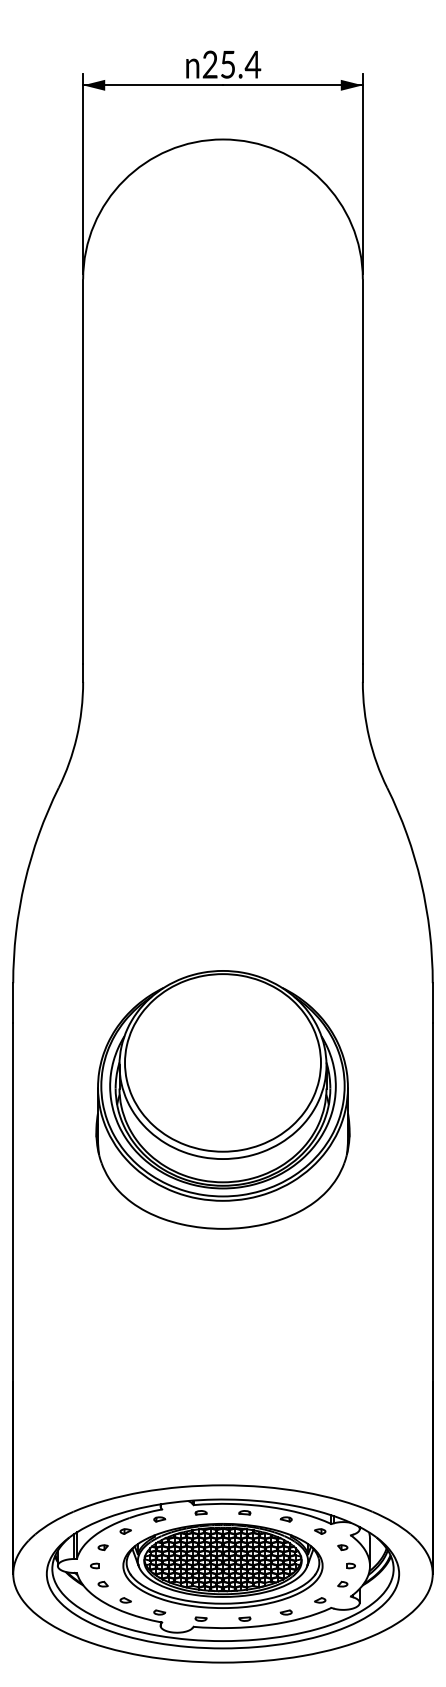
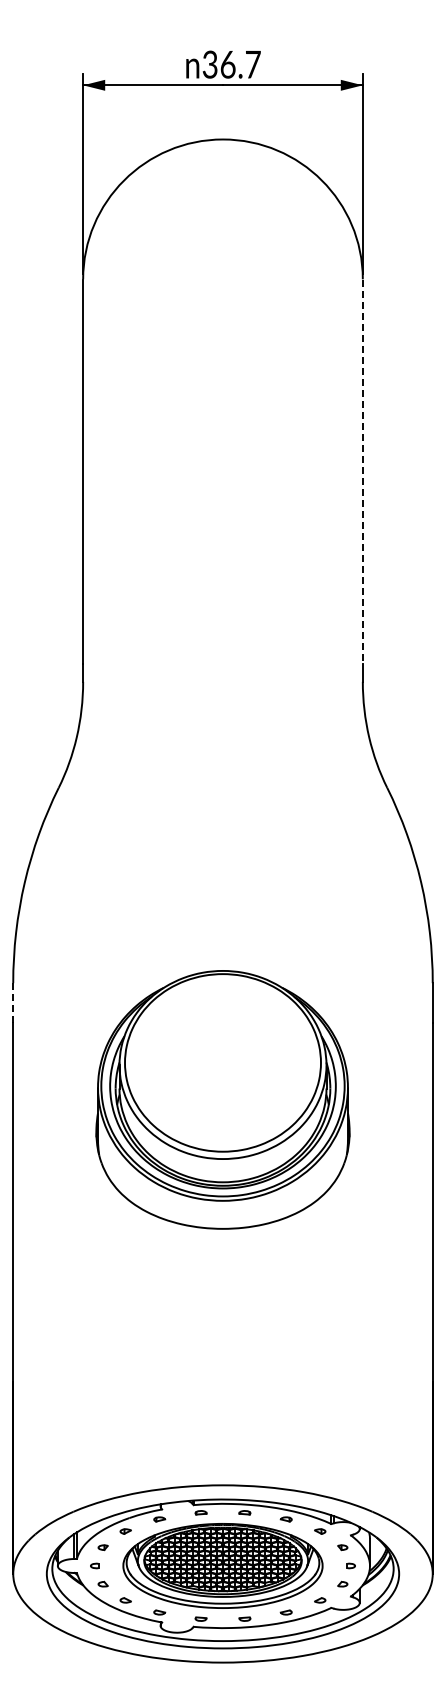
text at (231, 64): 25.4 -> 36.7
line at (362, 472): solid -> dashed
line at (13, 1003): solid -> dashed
